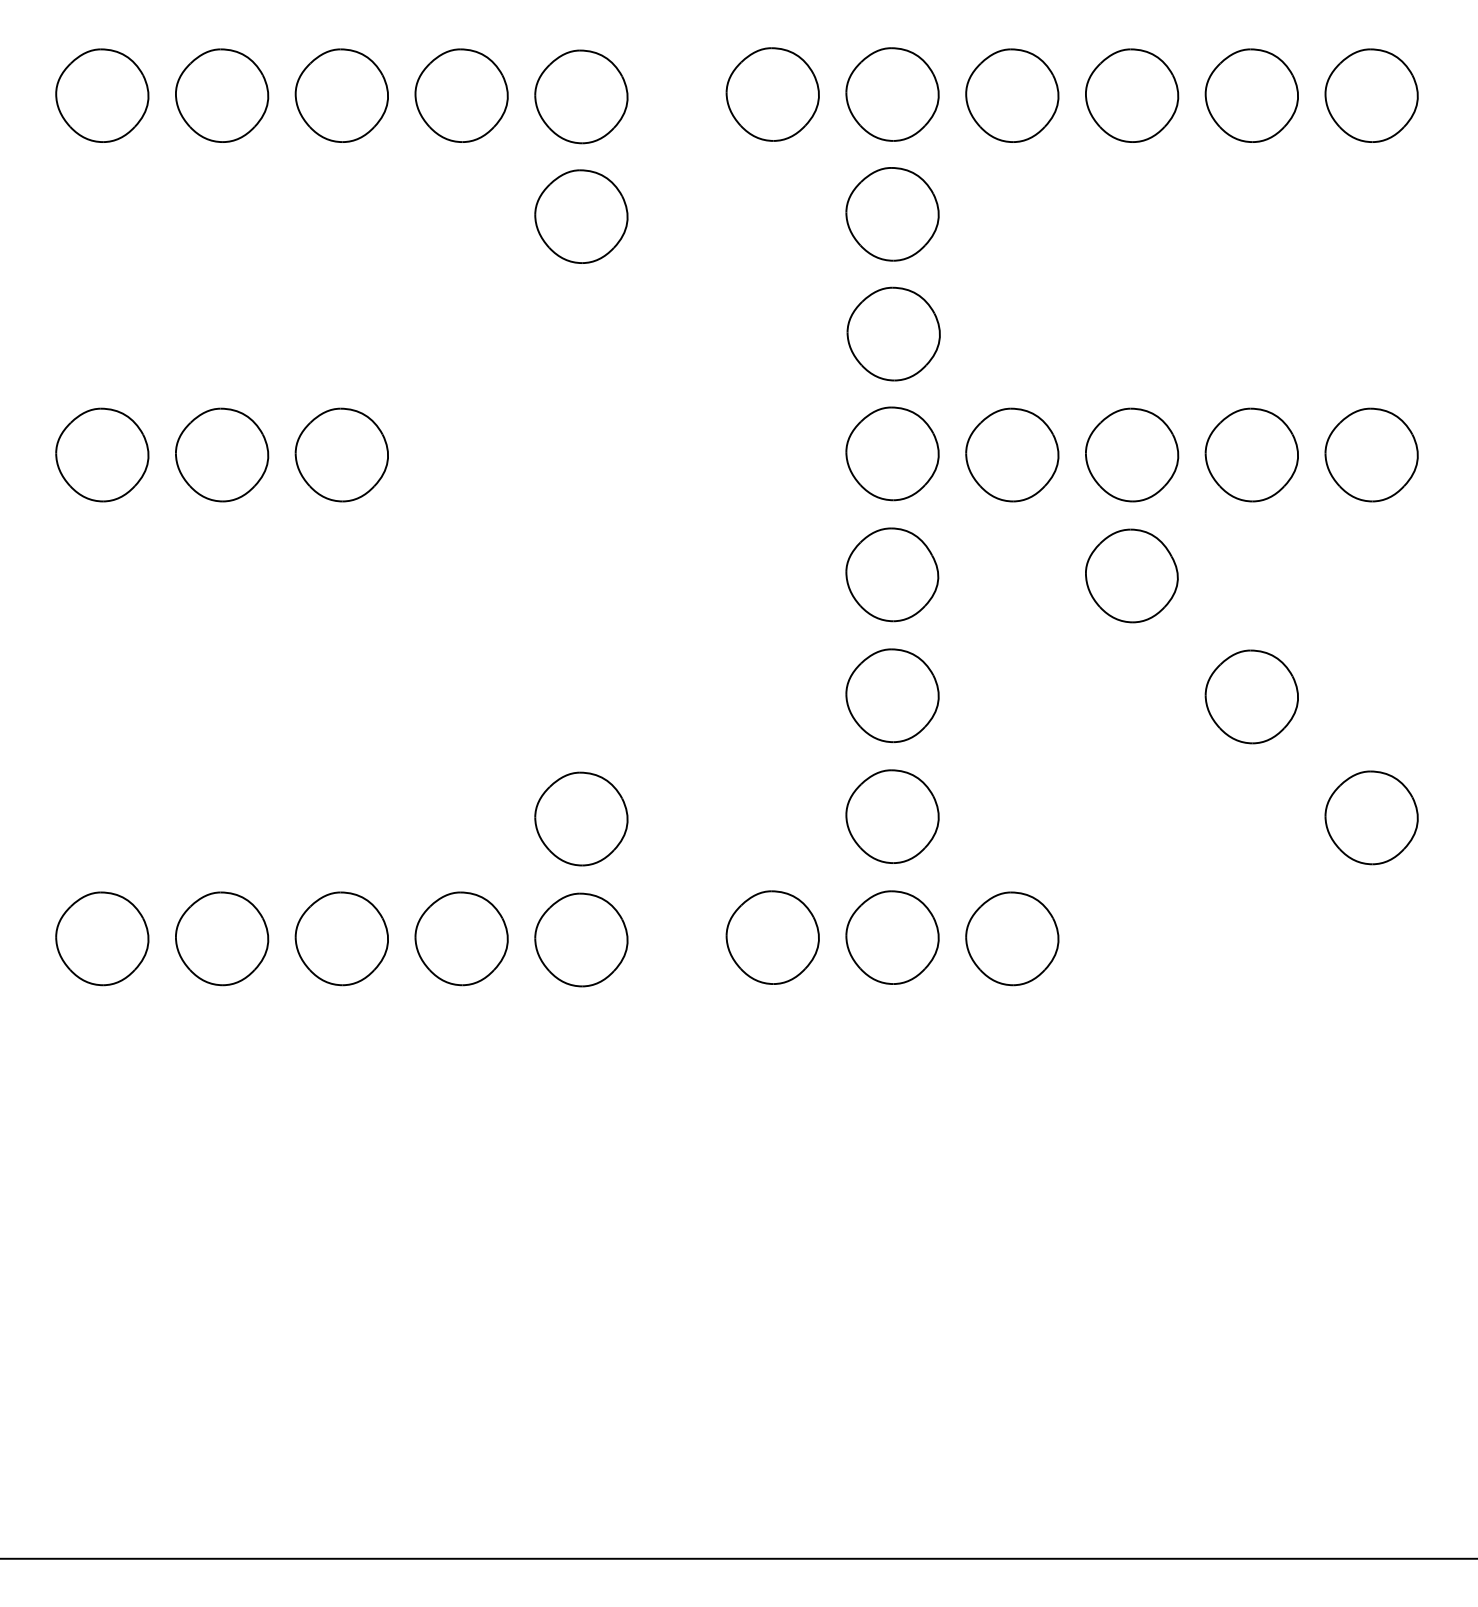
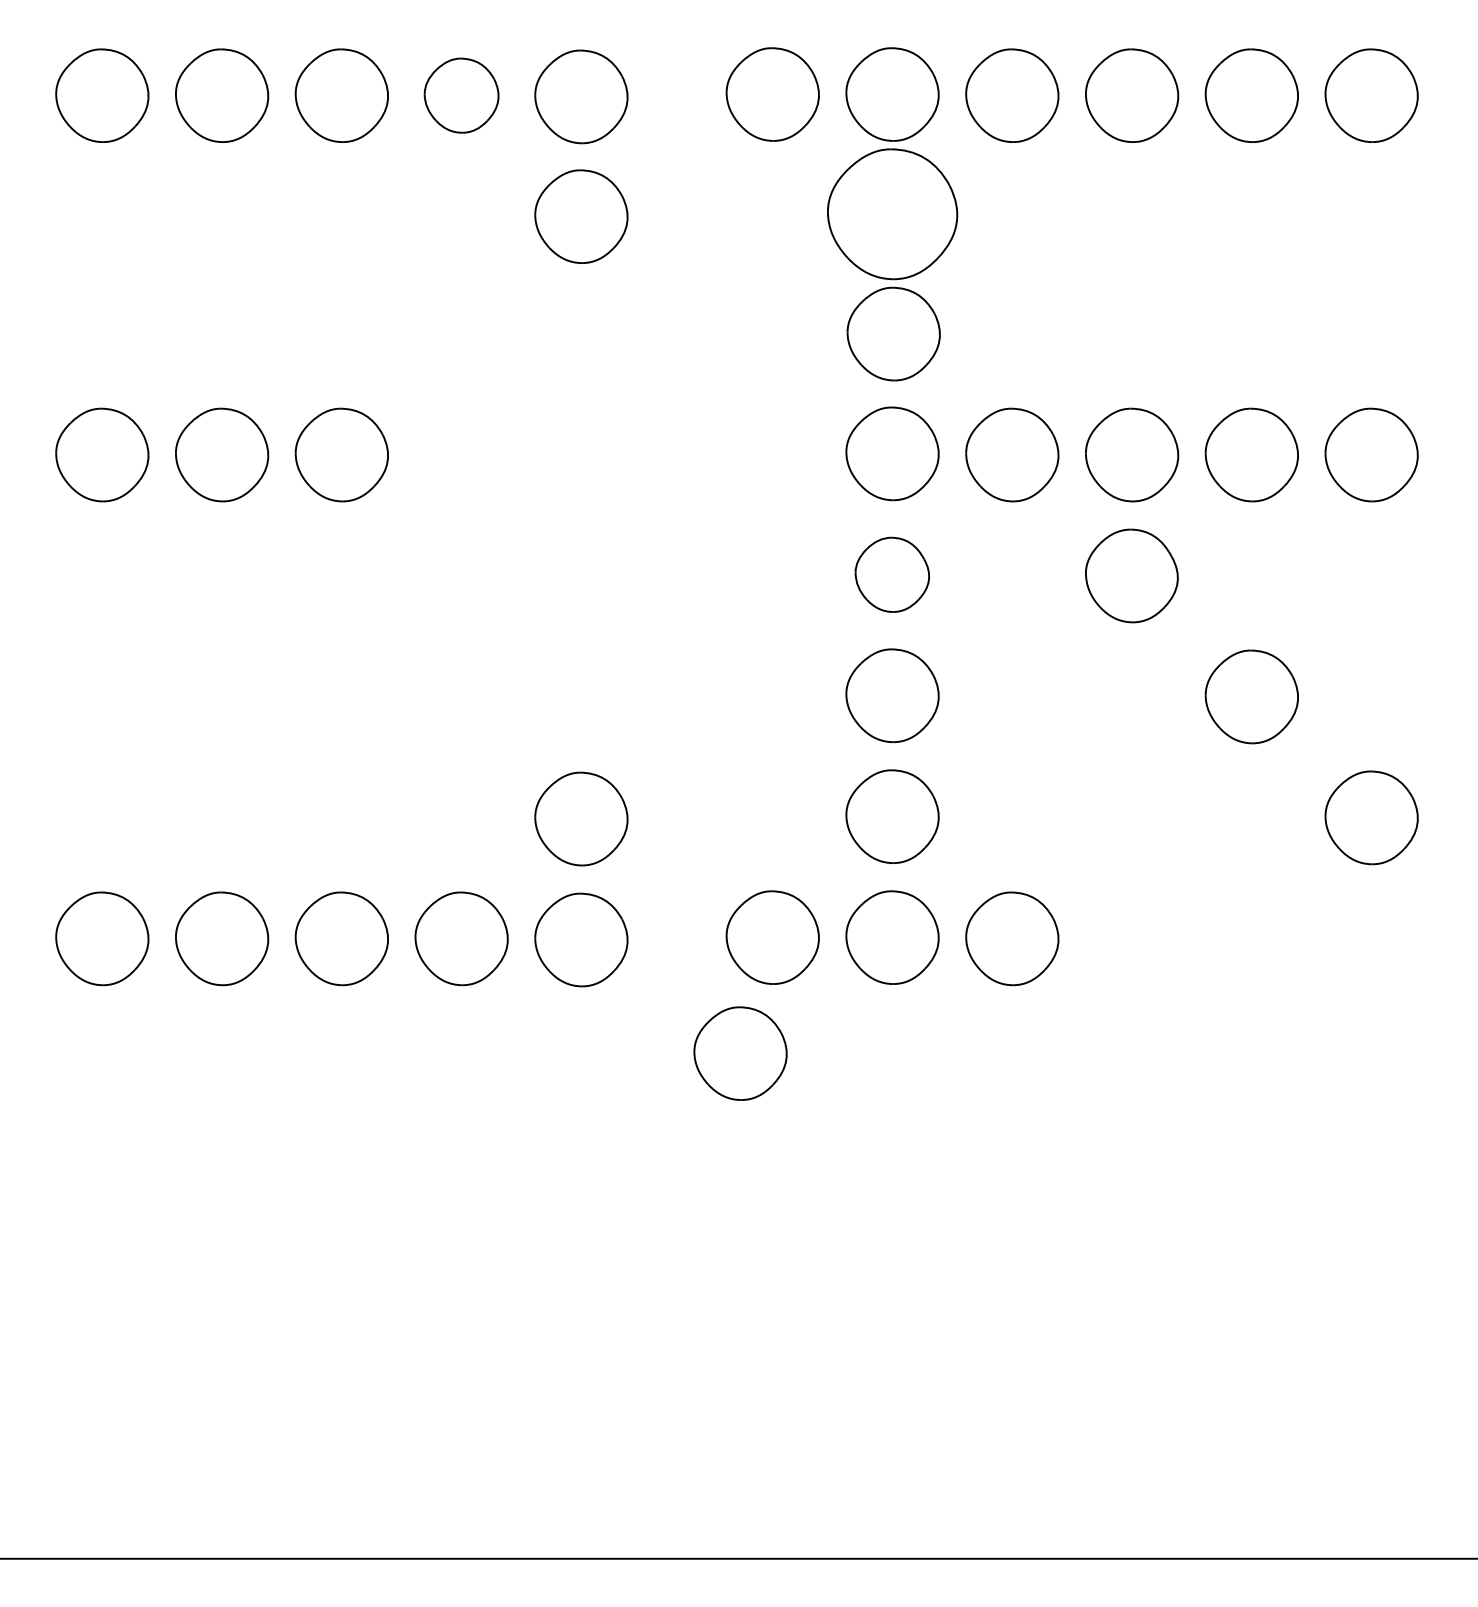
part at (461, 95) size: 95x95 px -> 77x77 px
part at (892, 214) size: 95x95 px -> 132x133 px
part at (892, 574) size: 95x96 px -> 77x77 px
part at (740, 1053): none -> present
